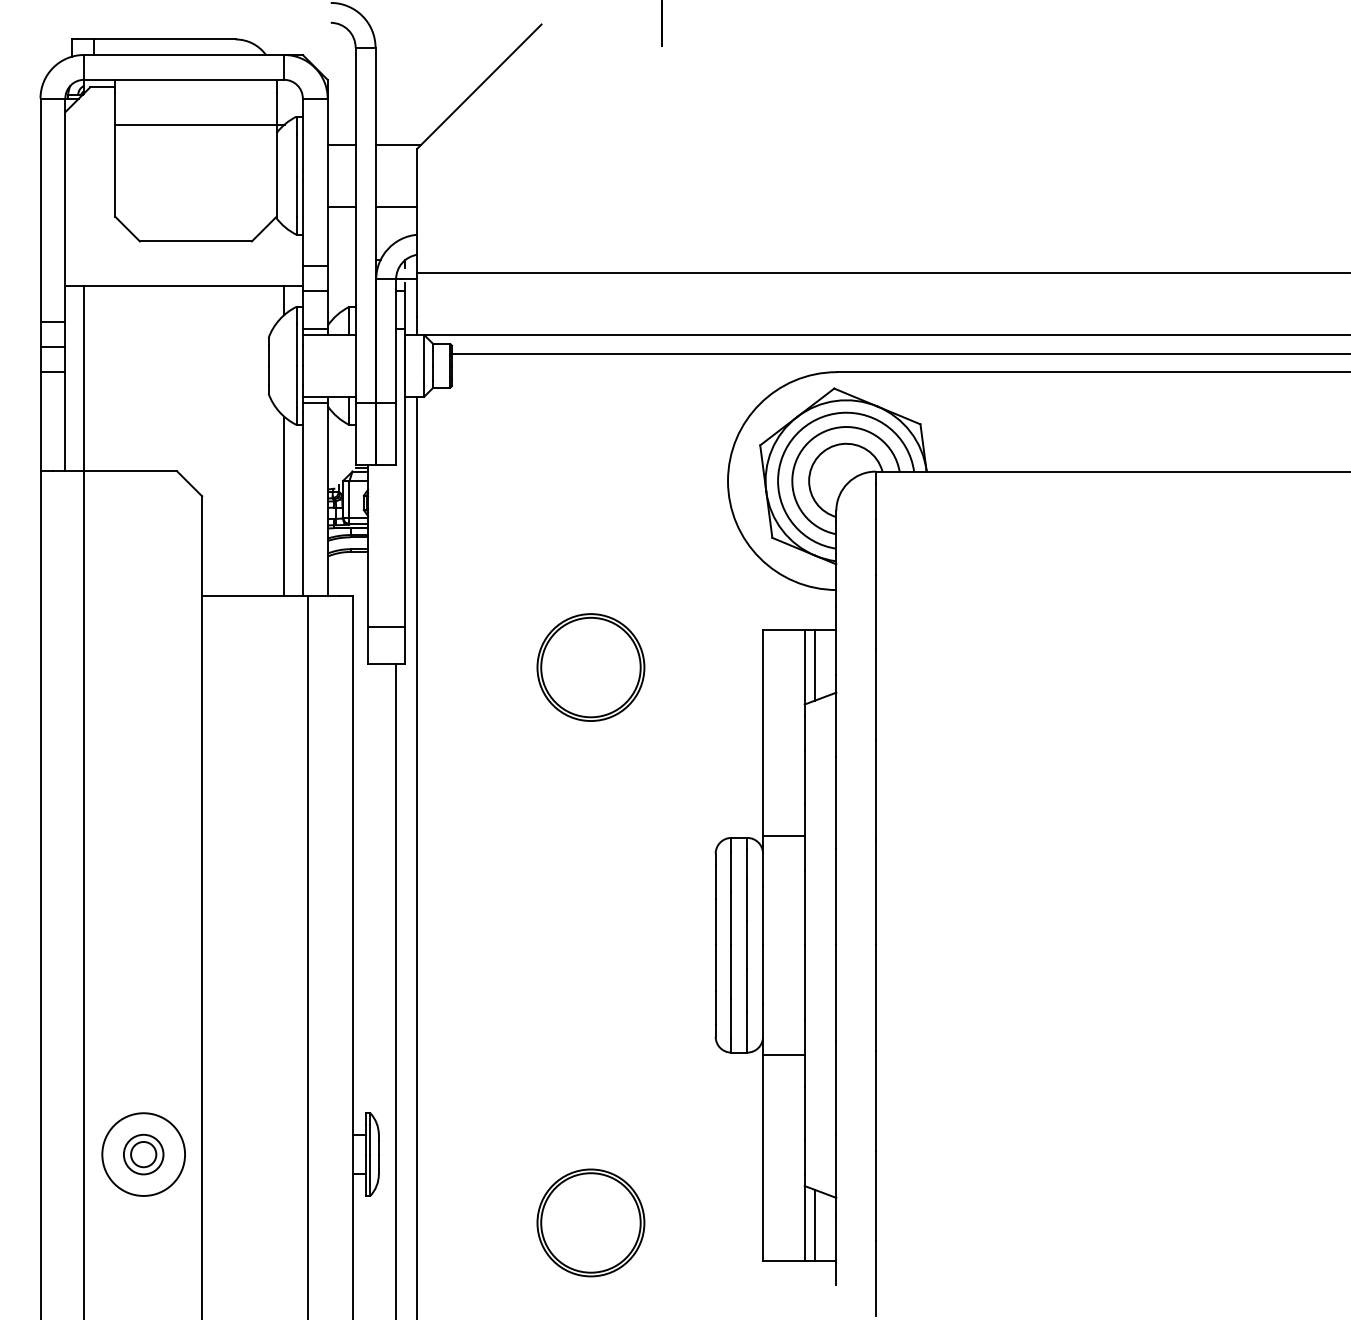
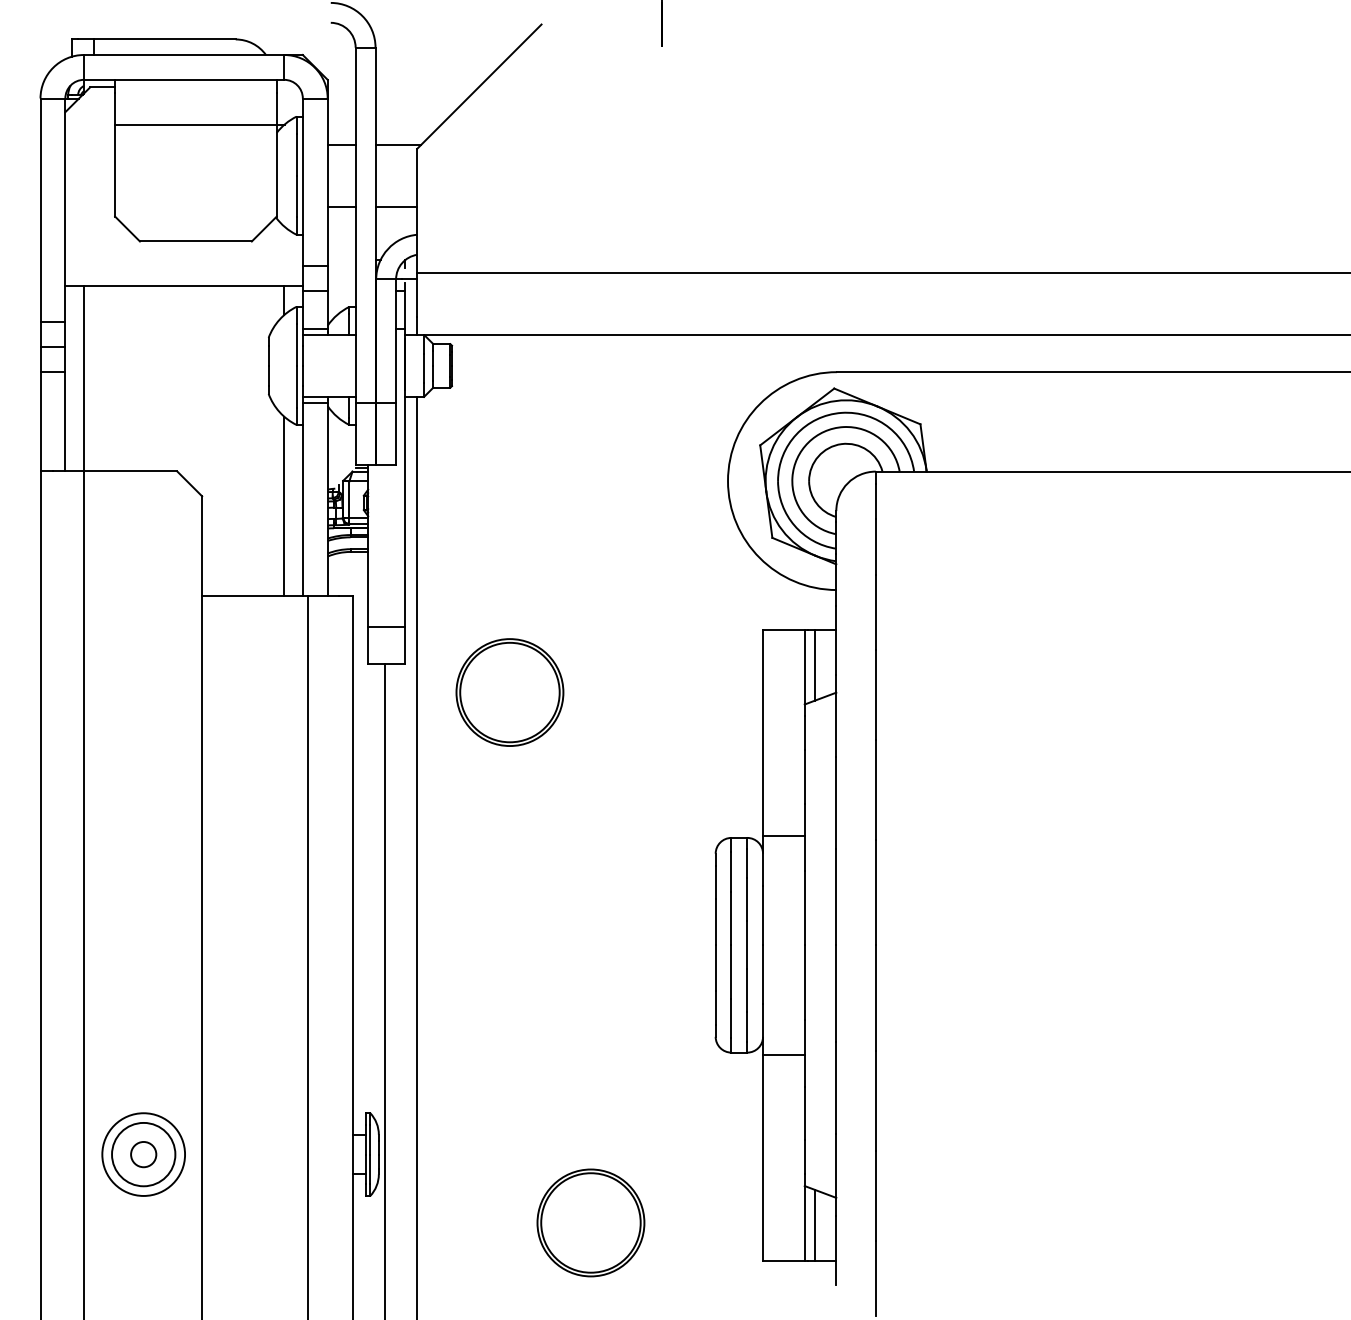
line at (899, 354): present -> none
part at (590, 667) position: (590, 667) -> (509, 692)
line at (396, 990) position: (396, 990) -> (385, 990)
circle at (143, 1154) diameter: 40 px -> 63 px
